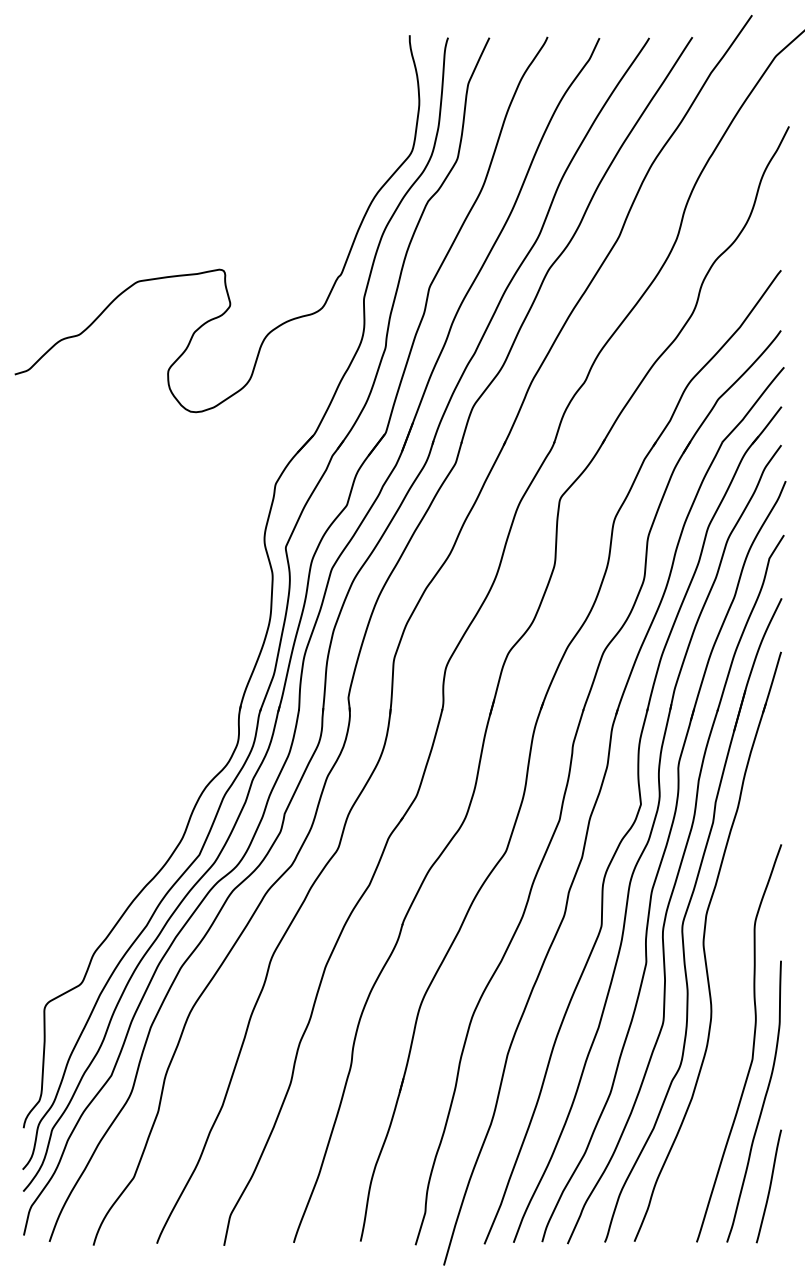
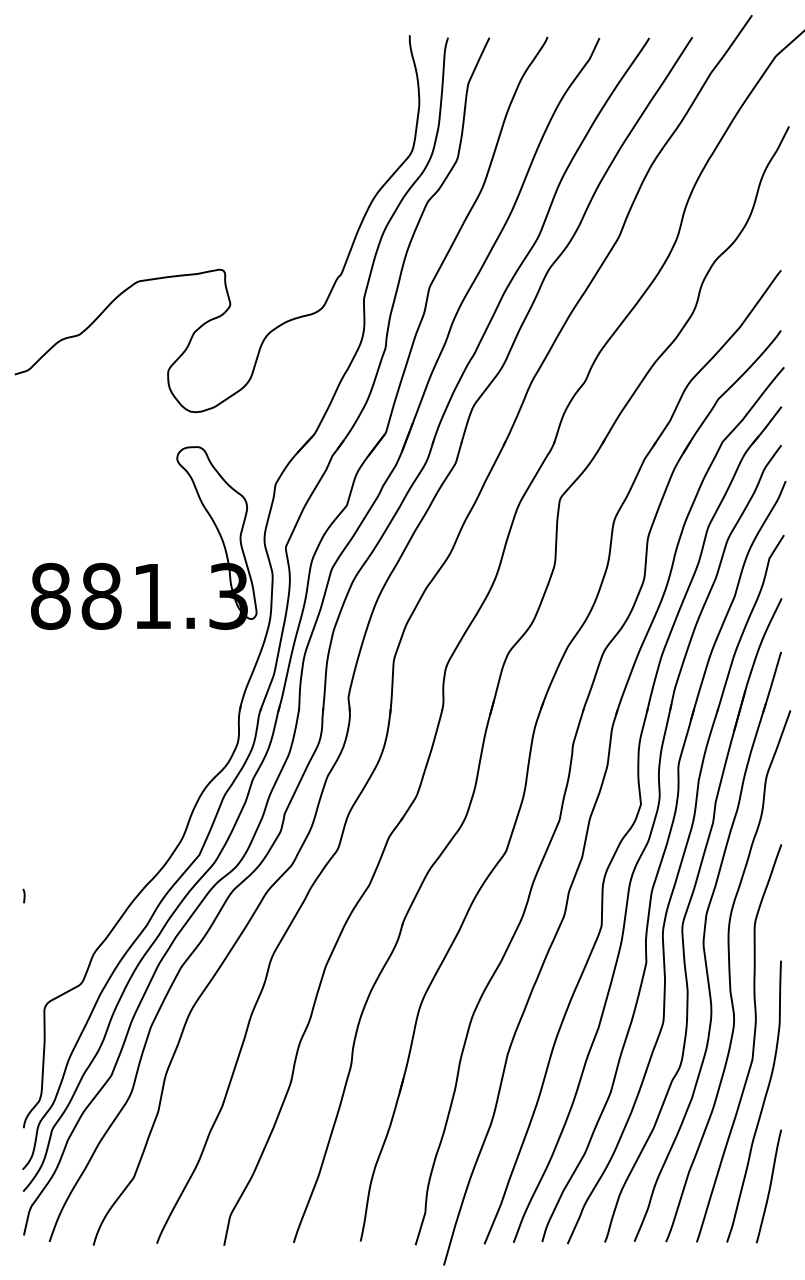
part at (146, 564): none -> present
line at (23, 895): none -> present
curve at (728, 976): none -> present
